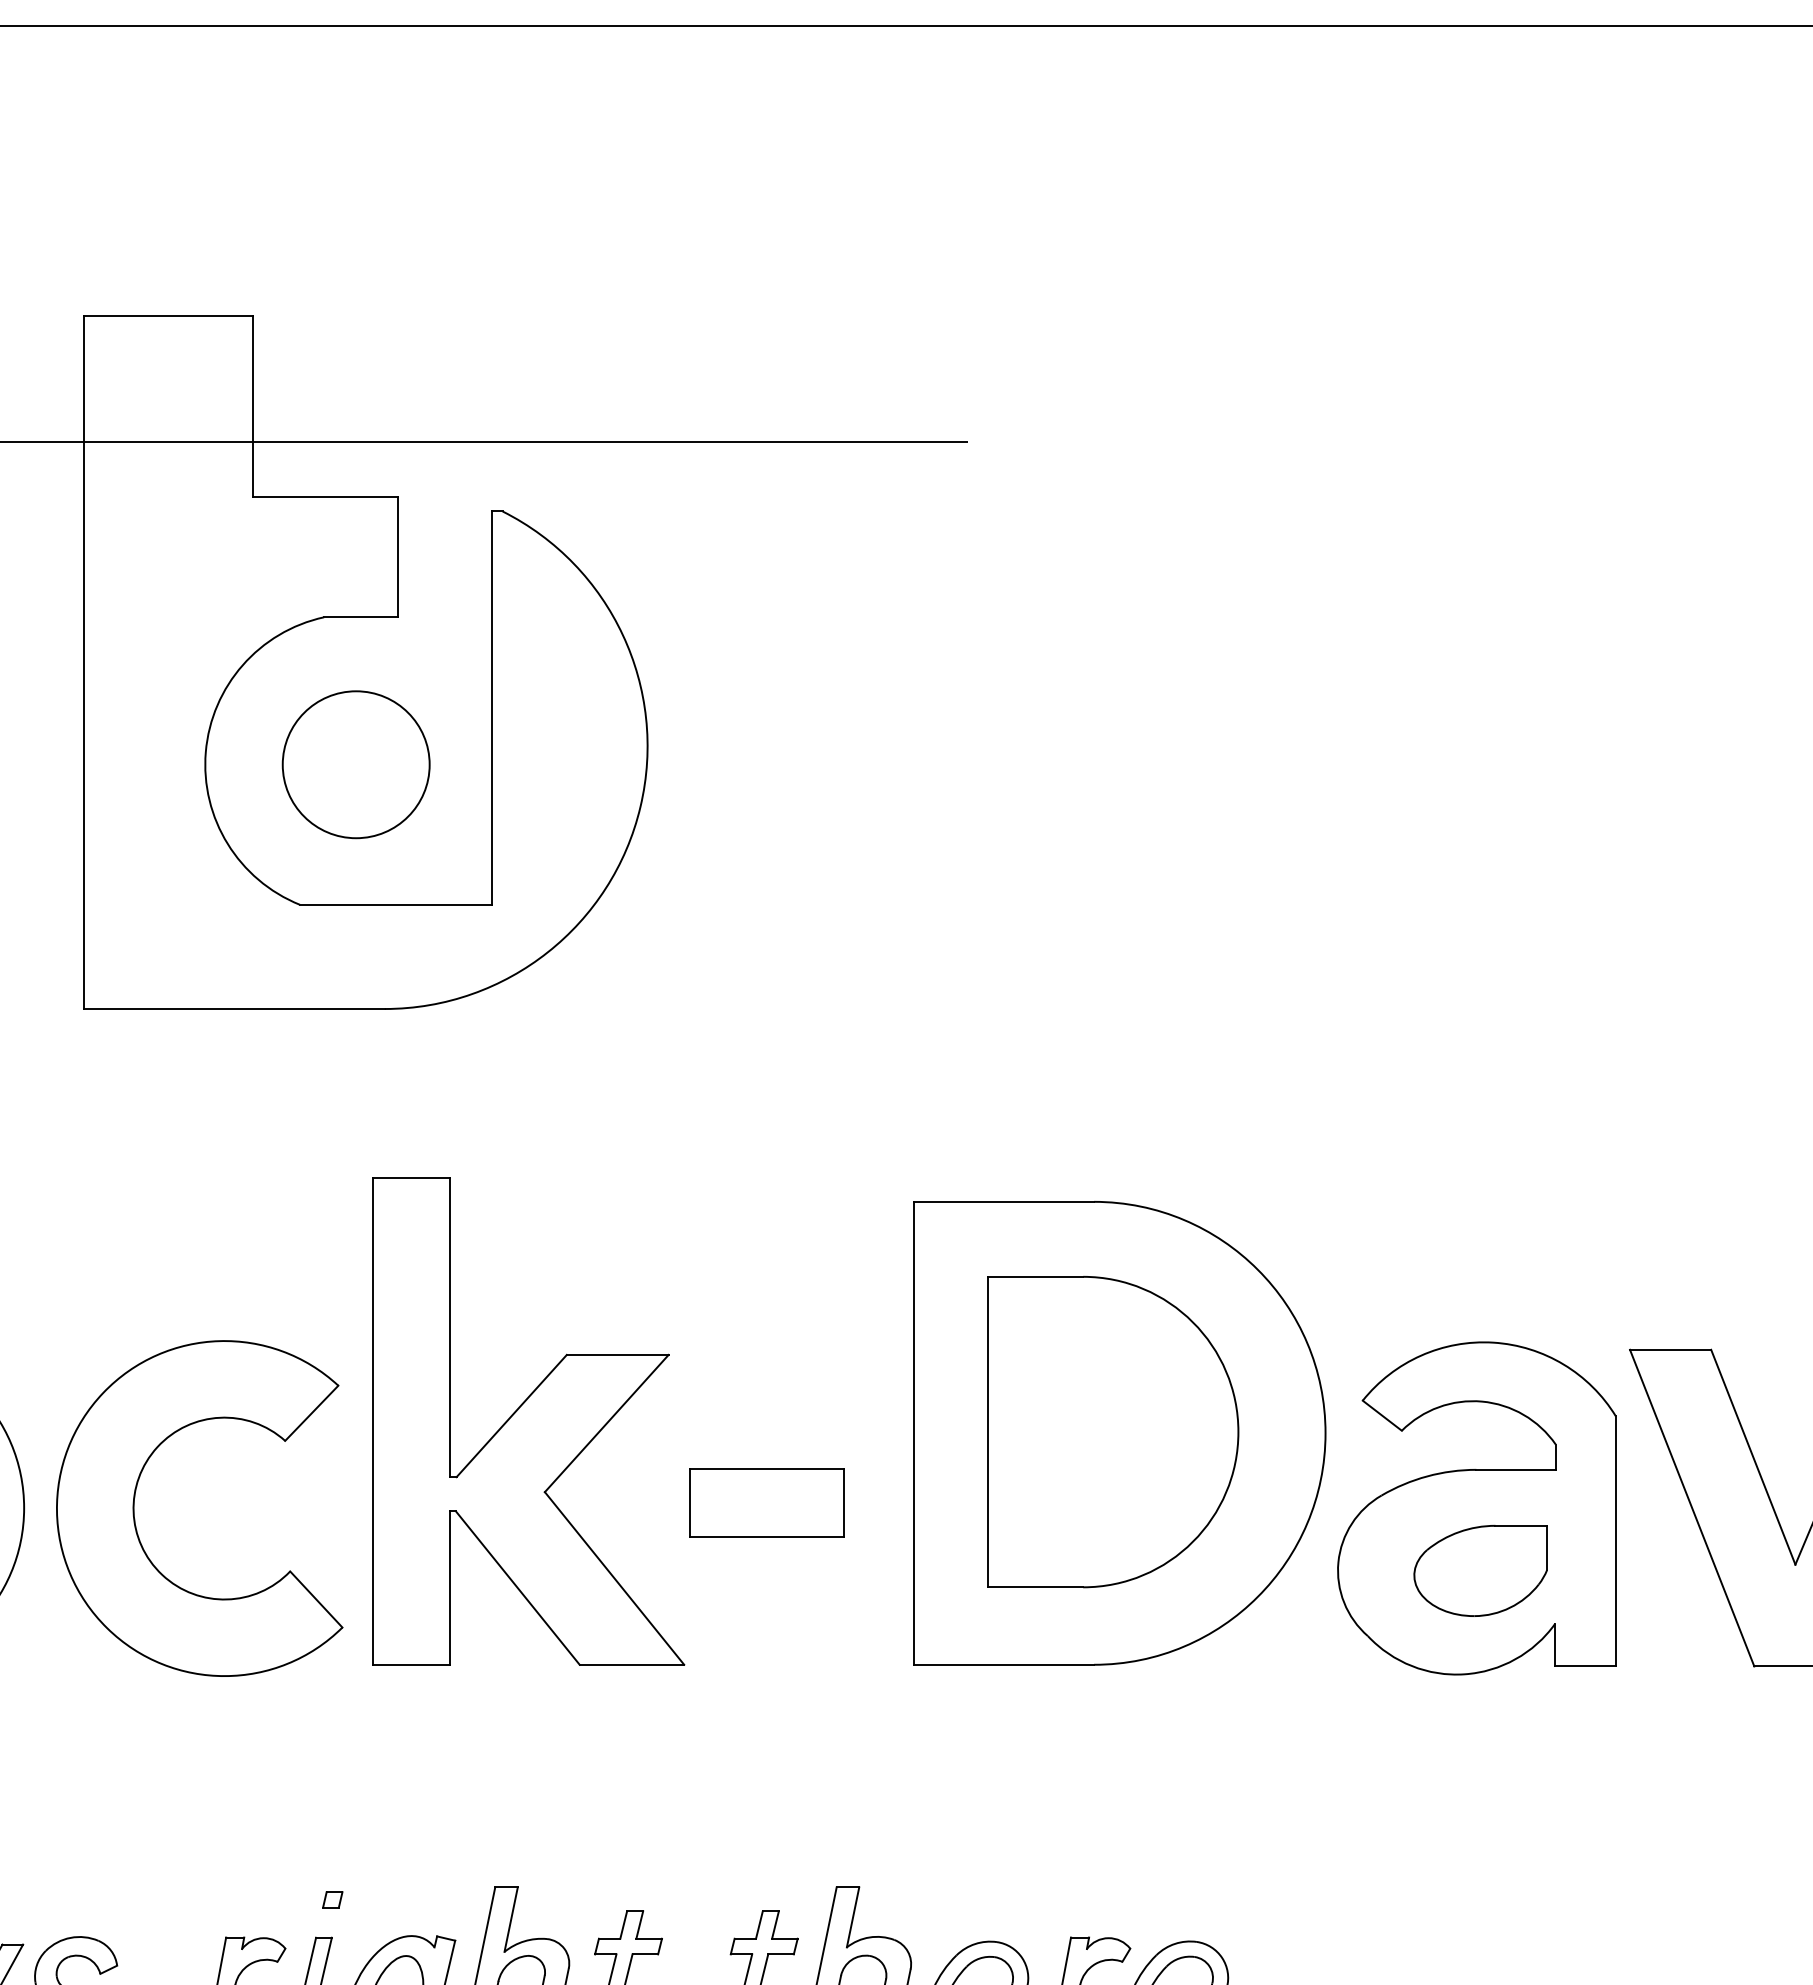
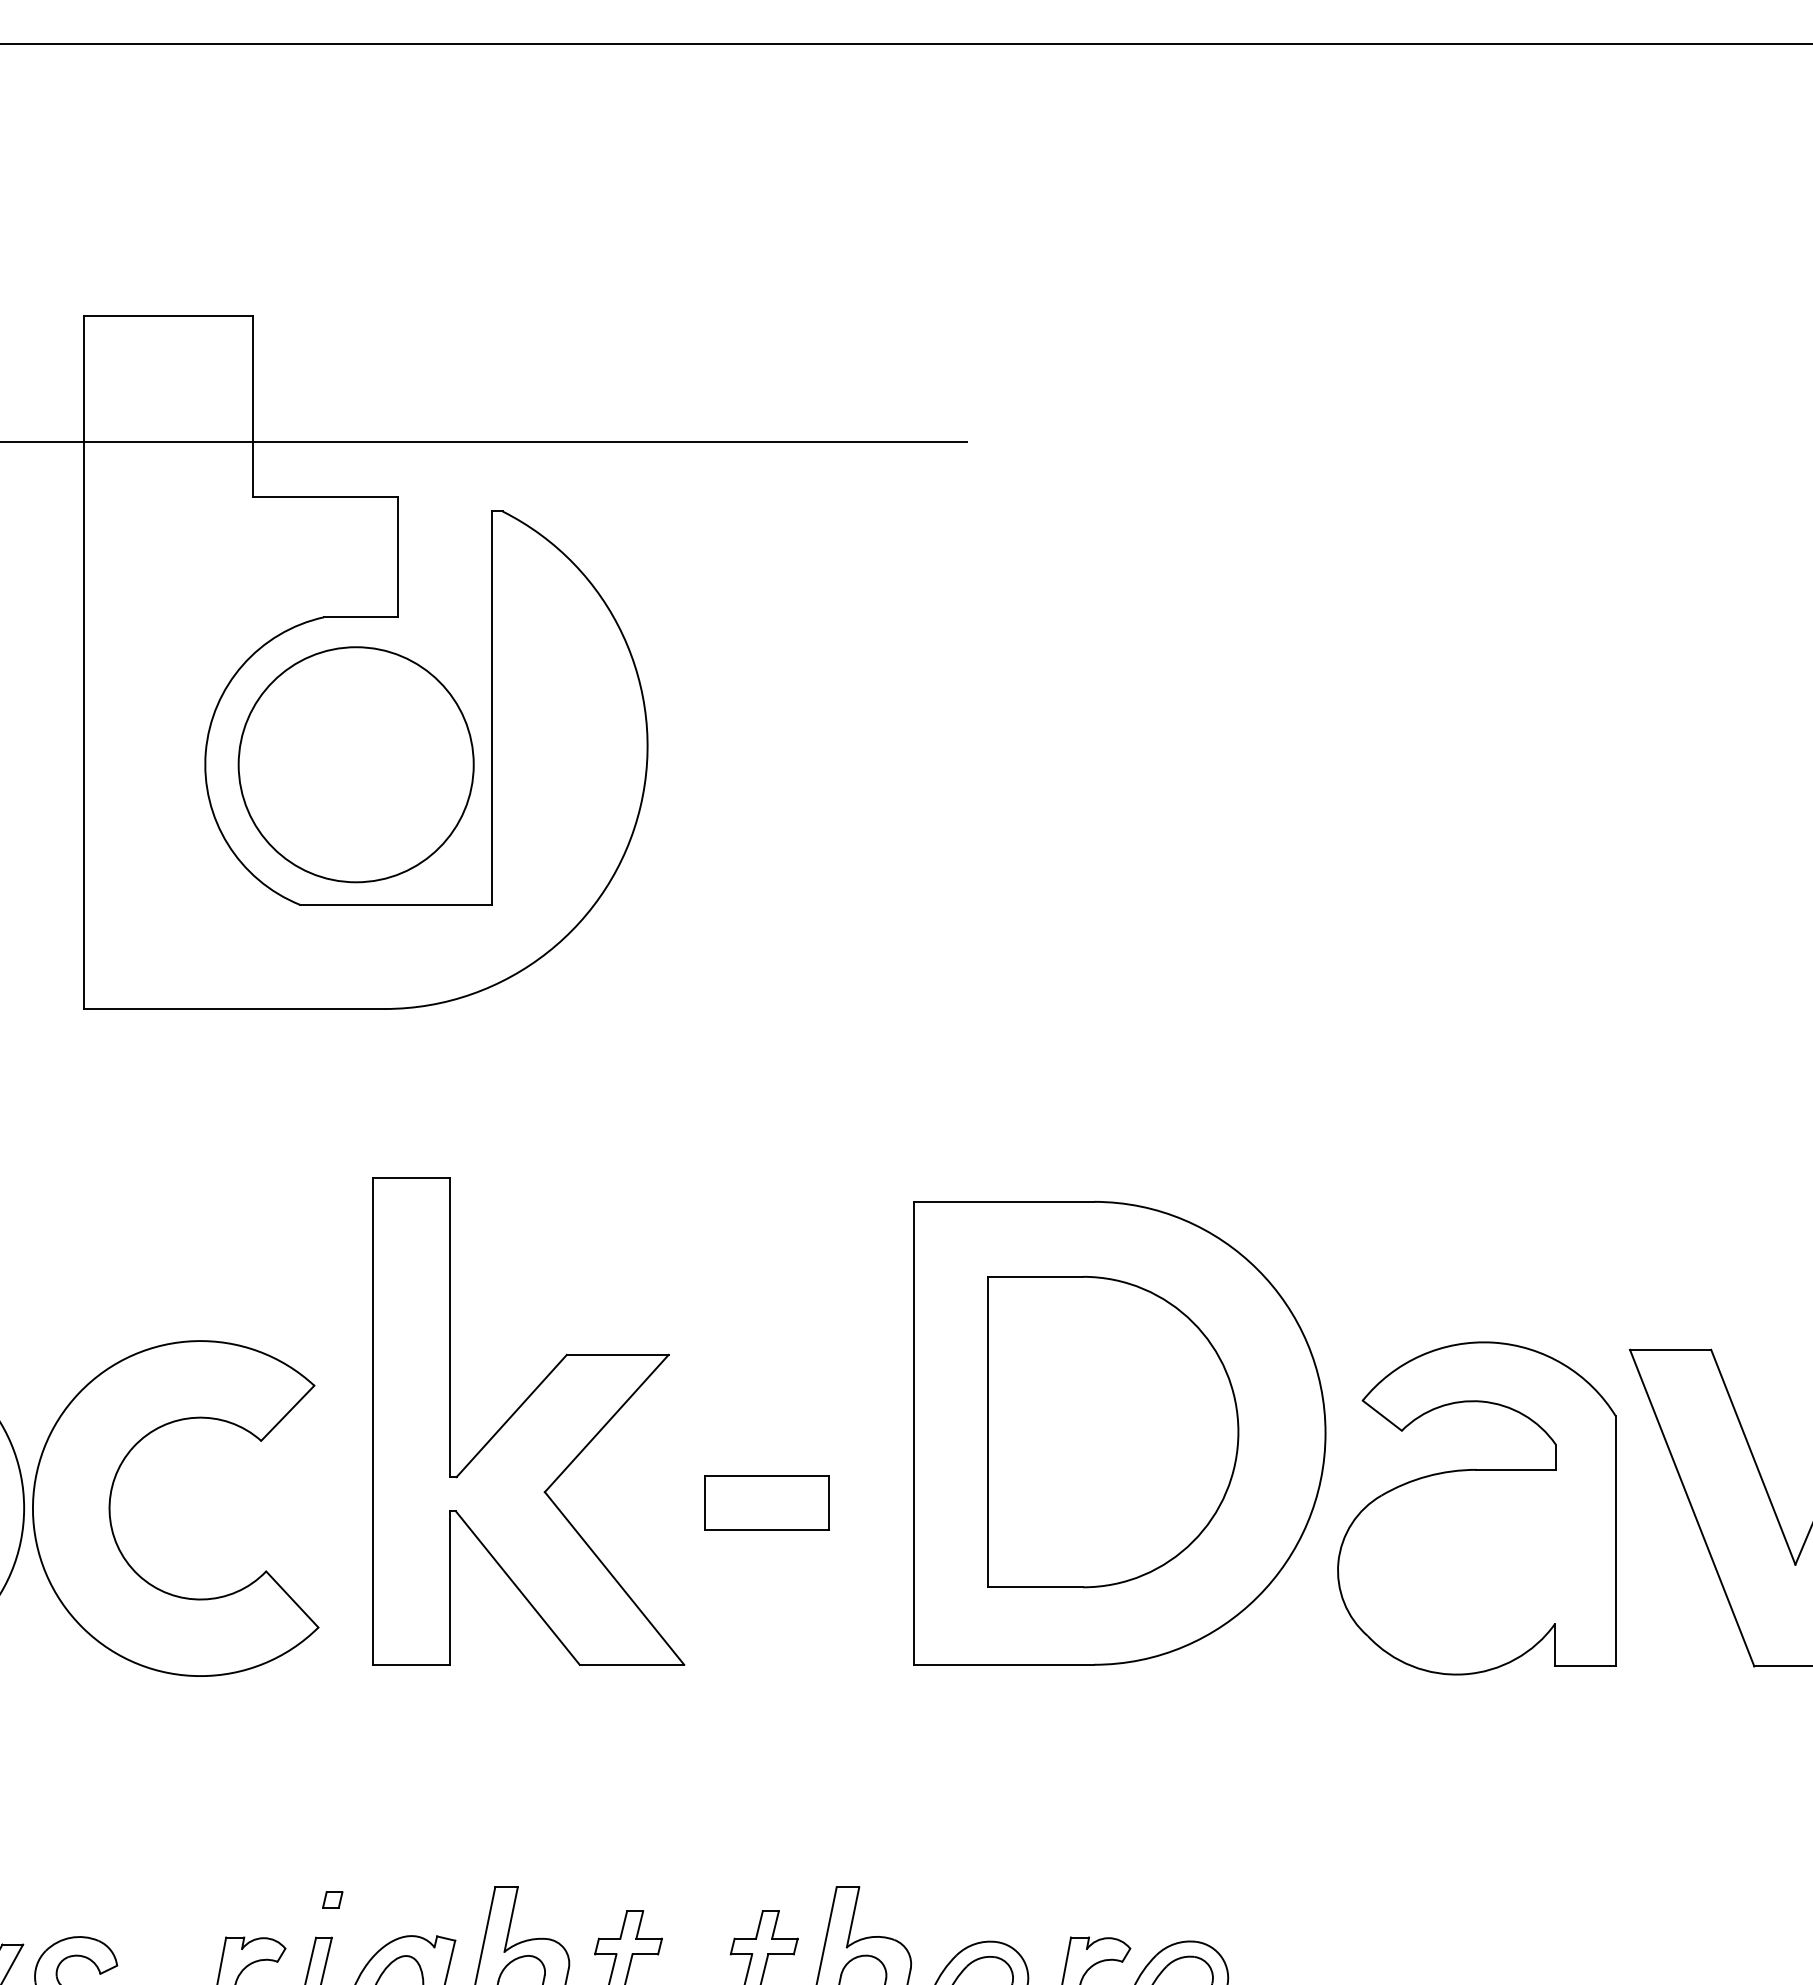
line at (905, 26) position: (905, 26) -> (905, 44)
circle at (355, 764) diameter: 147 px -> 235 px
part at (135, 1497) position: (135, 1497) -> (111, 1497)
part at (766, 1502) size: 156x70 px -> 126x56 px
part at (1480, 1570): present -> none
